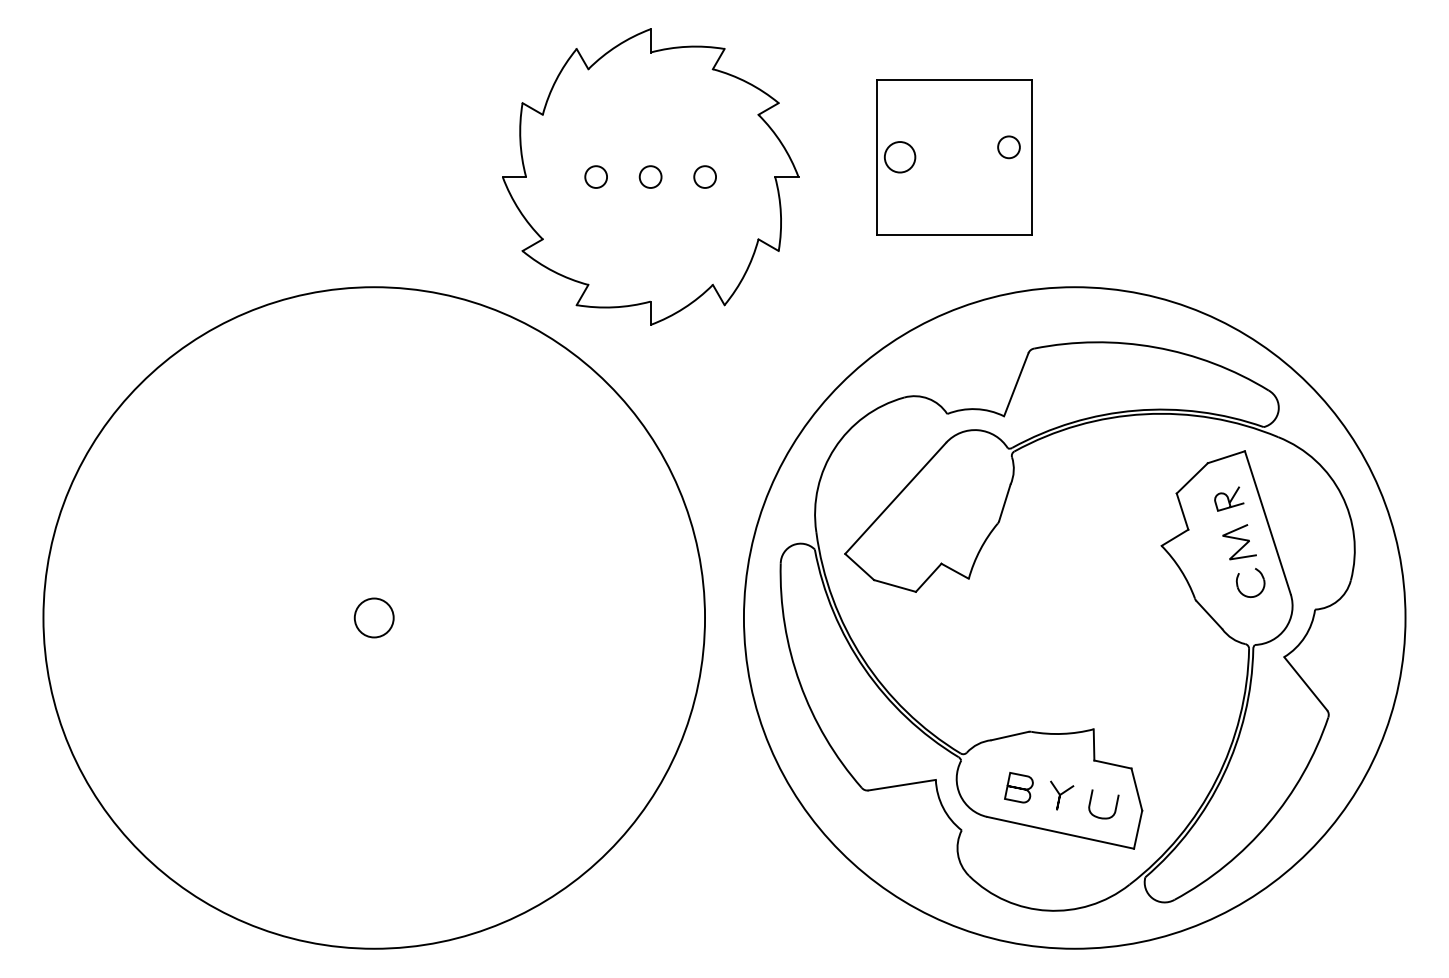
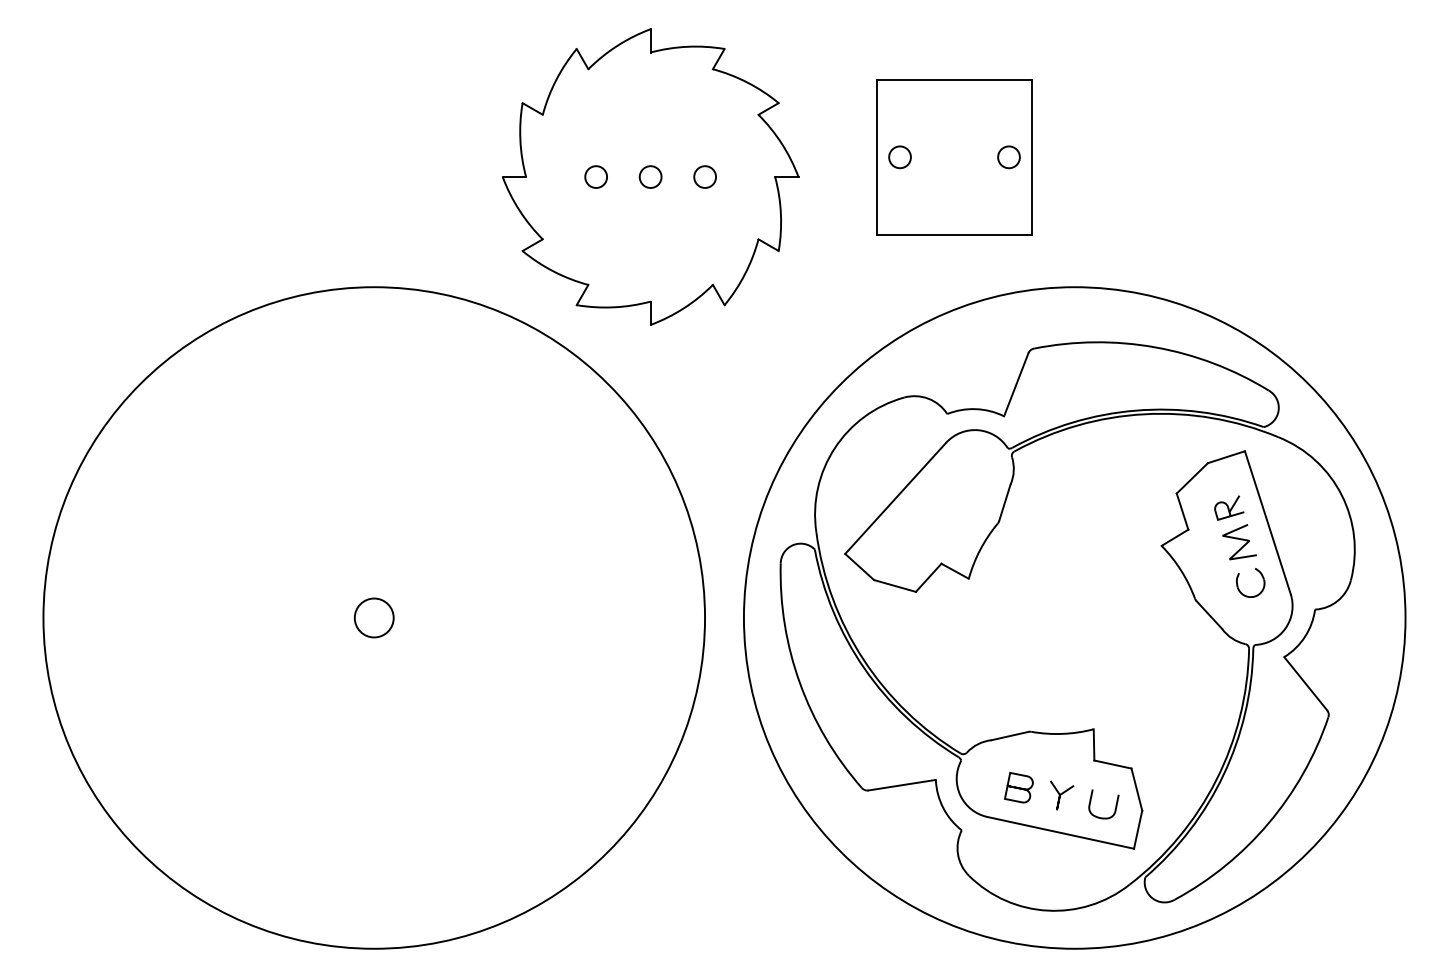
circle at (1008, 147) position: (1008, 147) -> (1008, 157)
circle at (900, 157) size: 33x33 px -> 24x25 px
part at (1229, 498) position: (1229, 498) -> (1229, 507)
